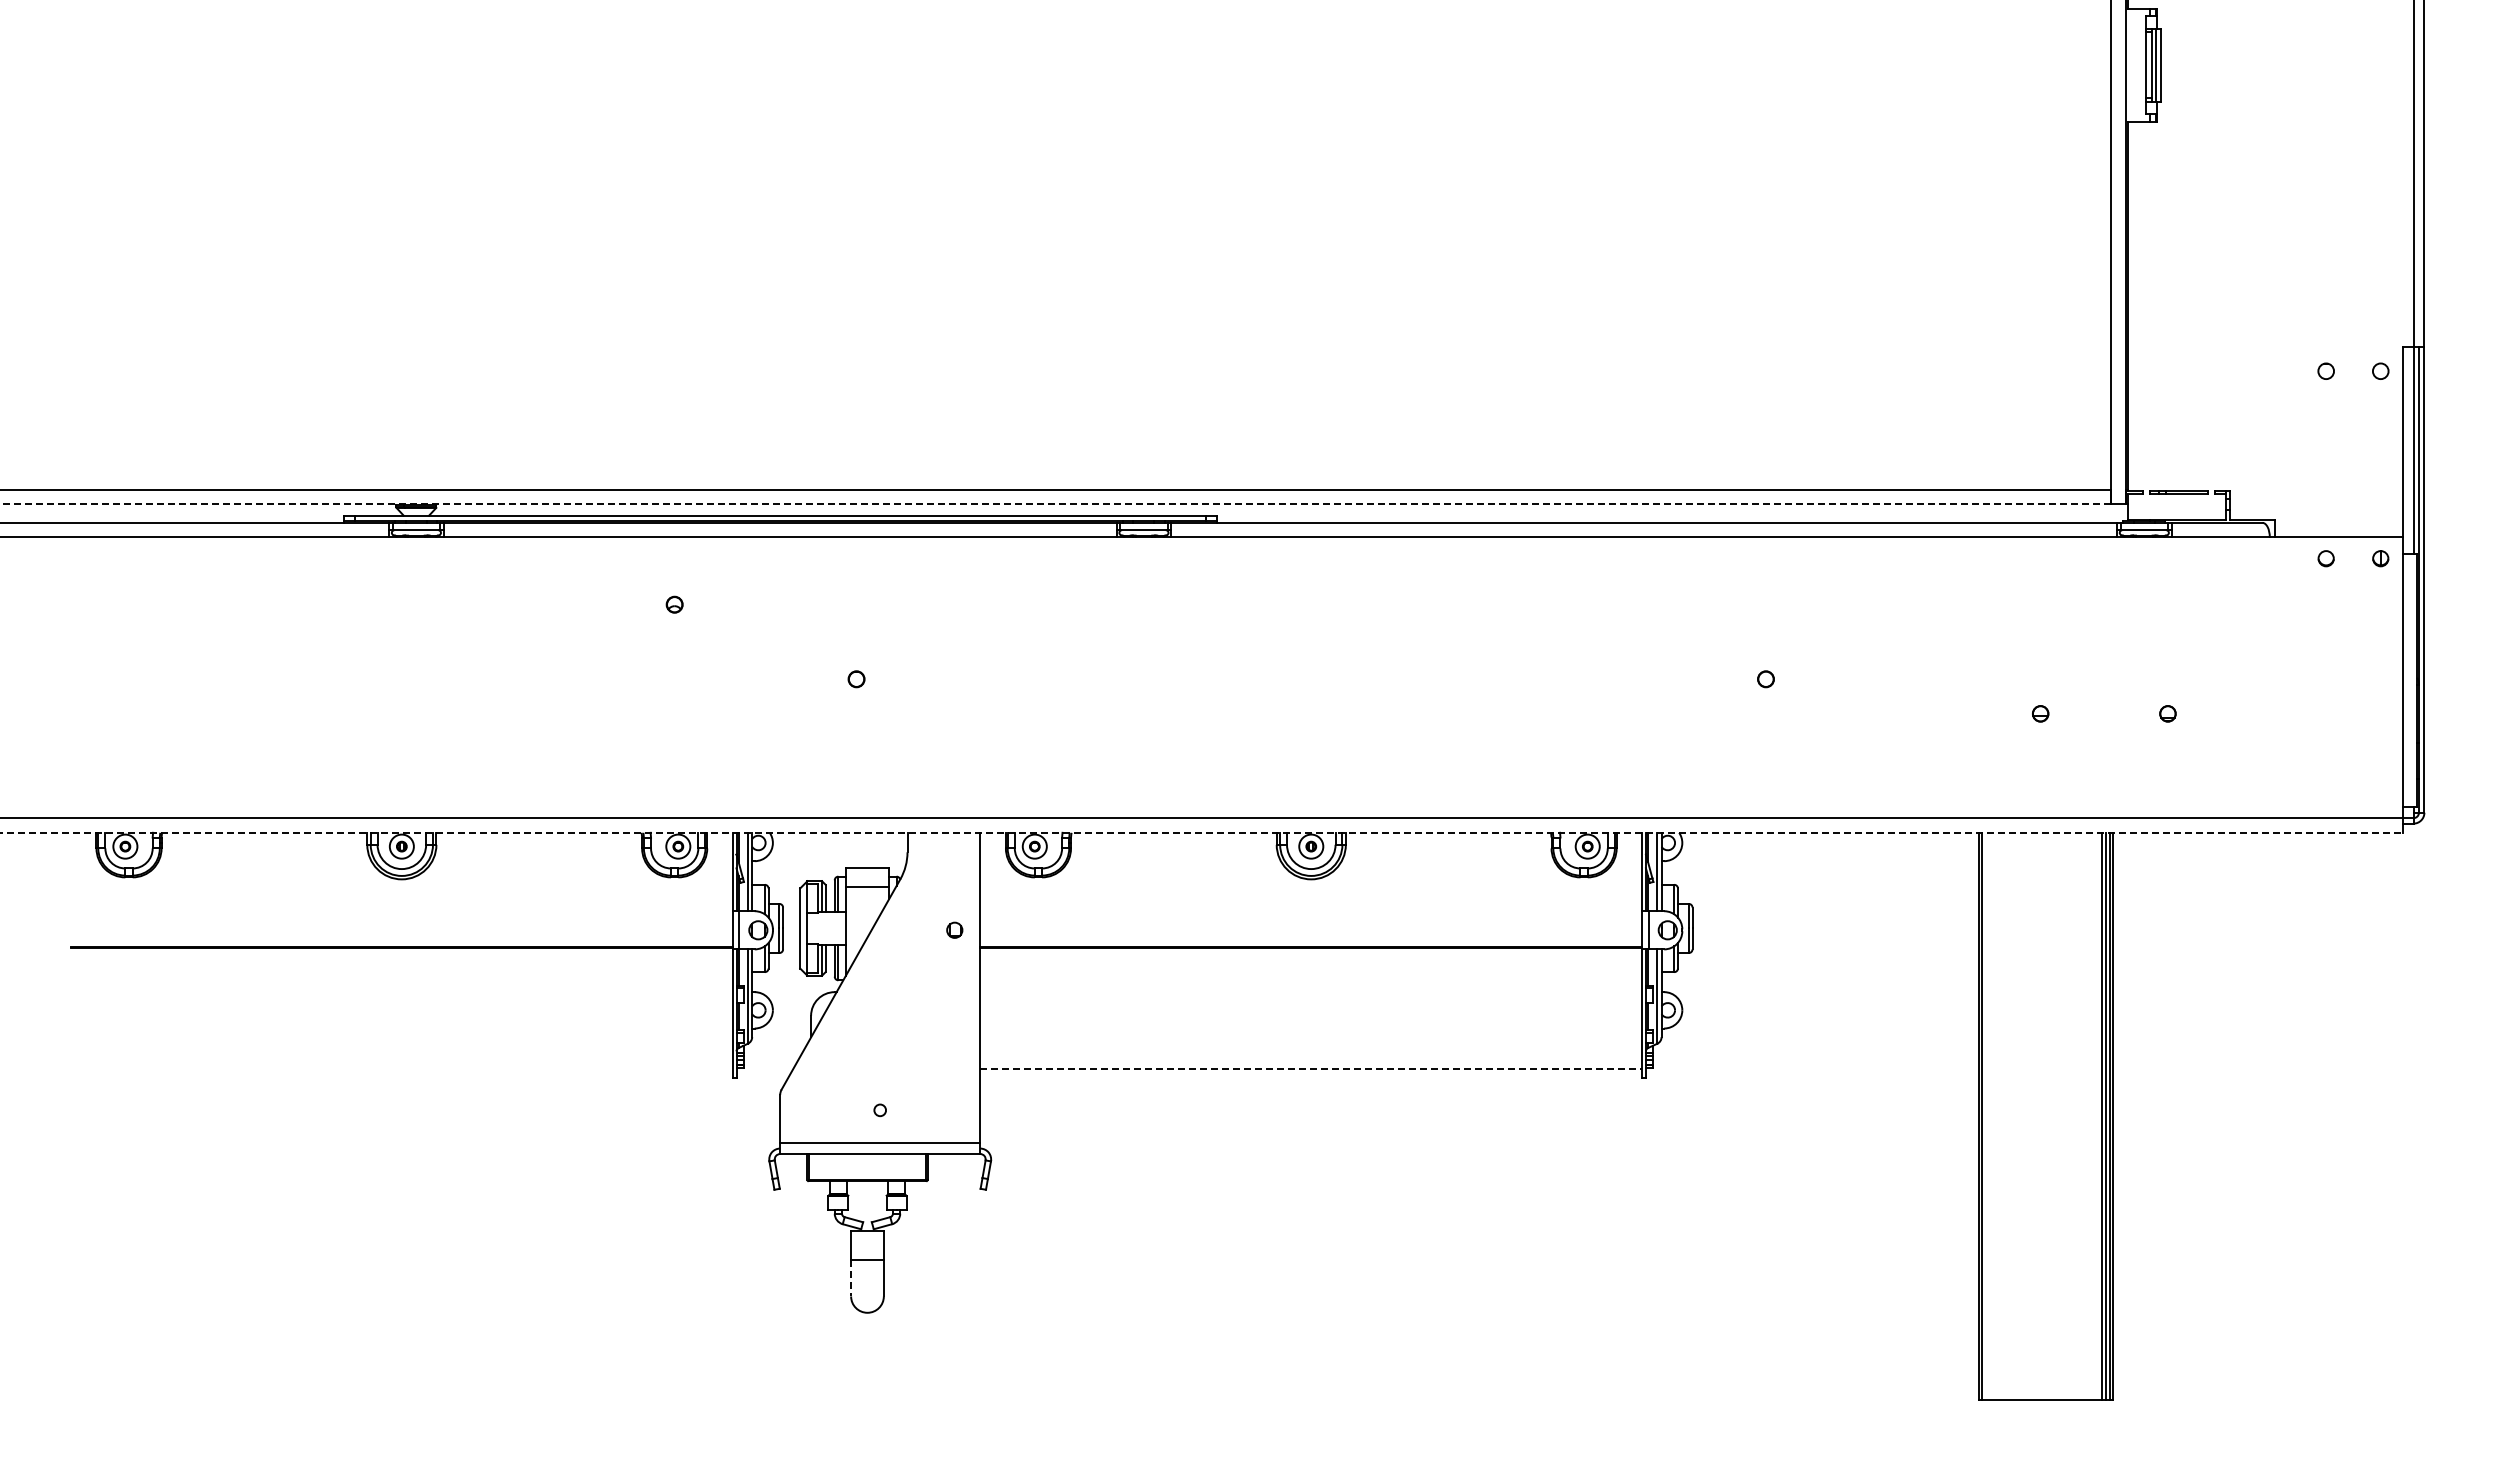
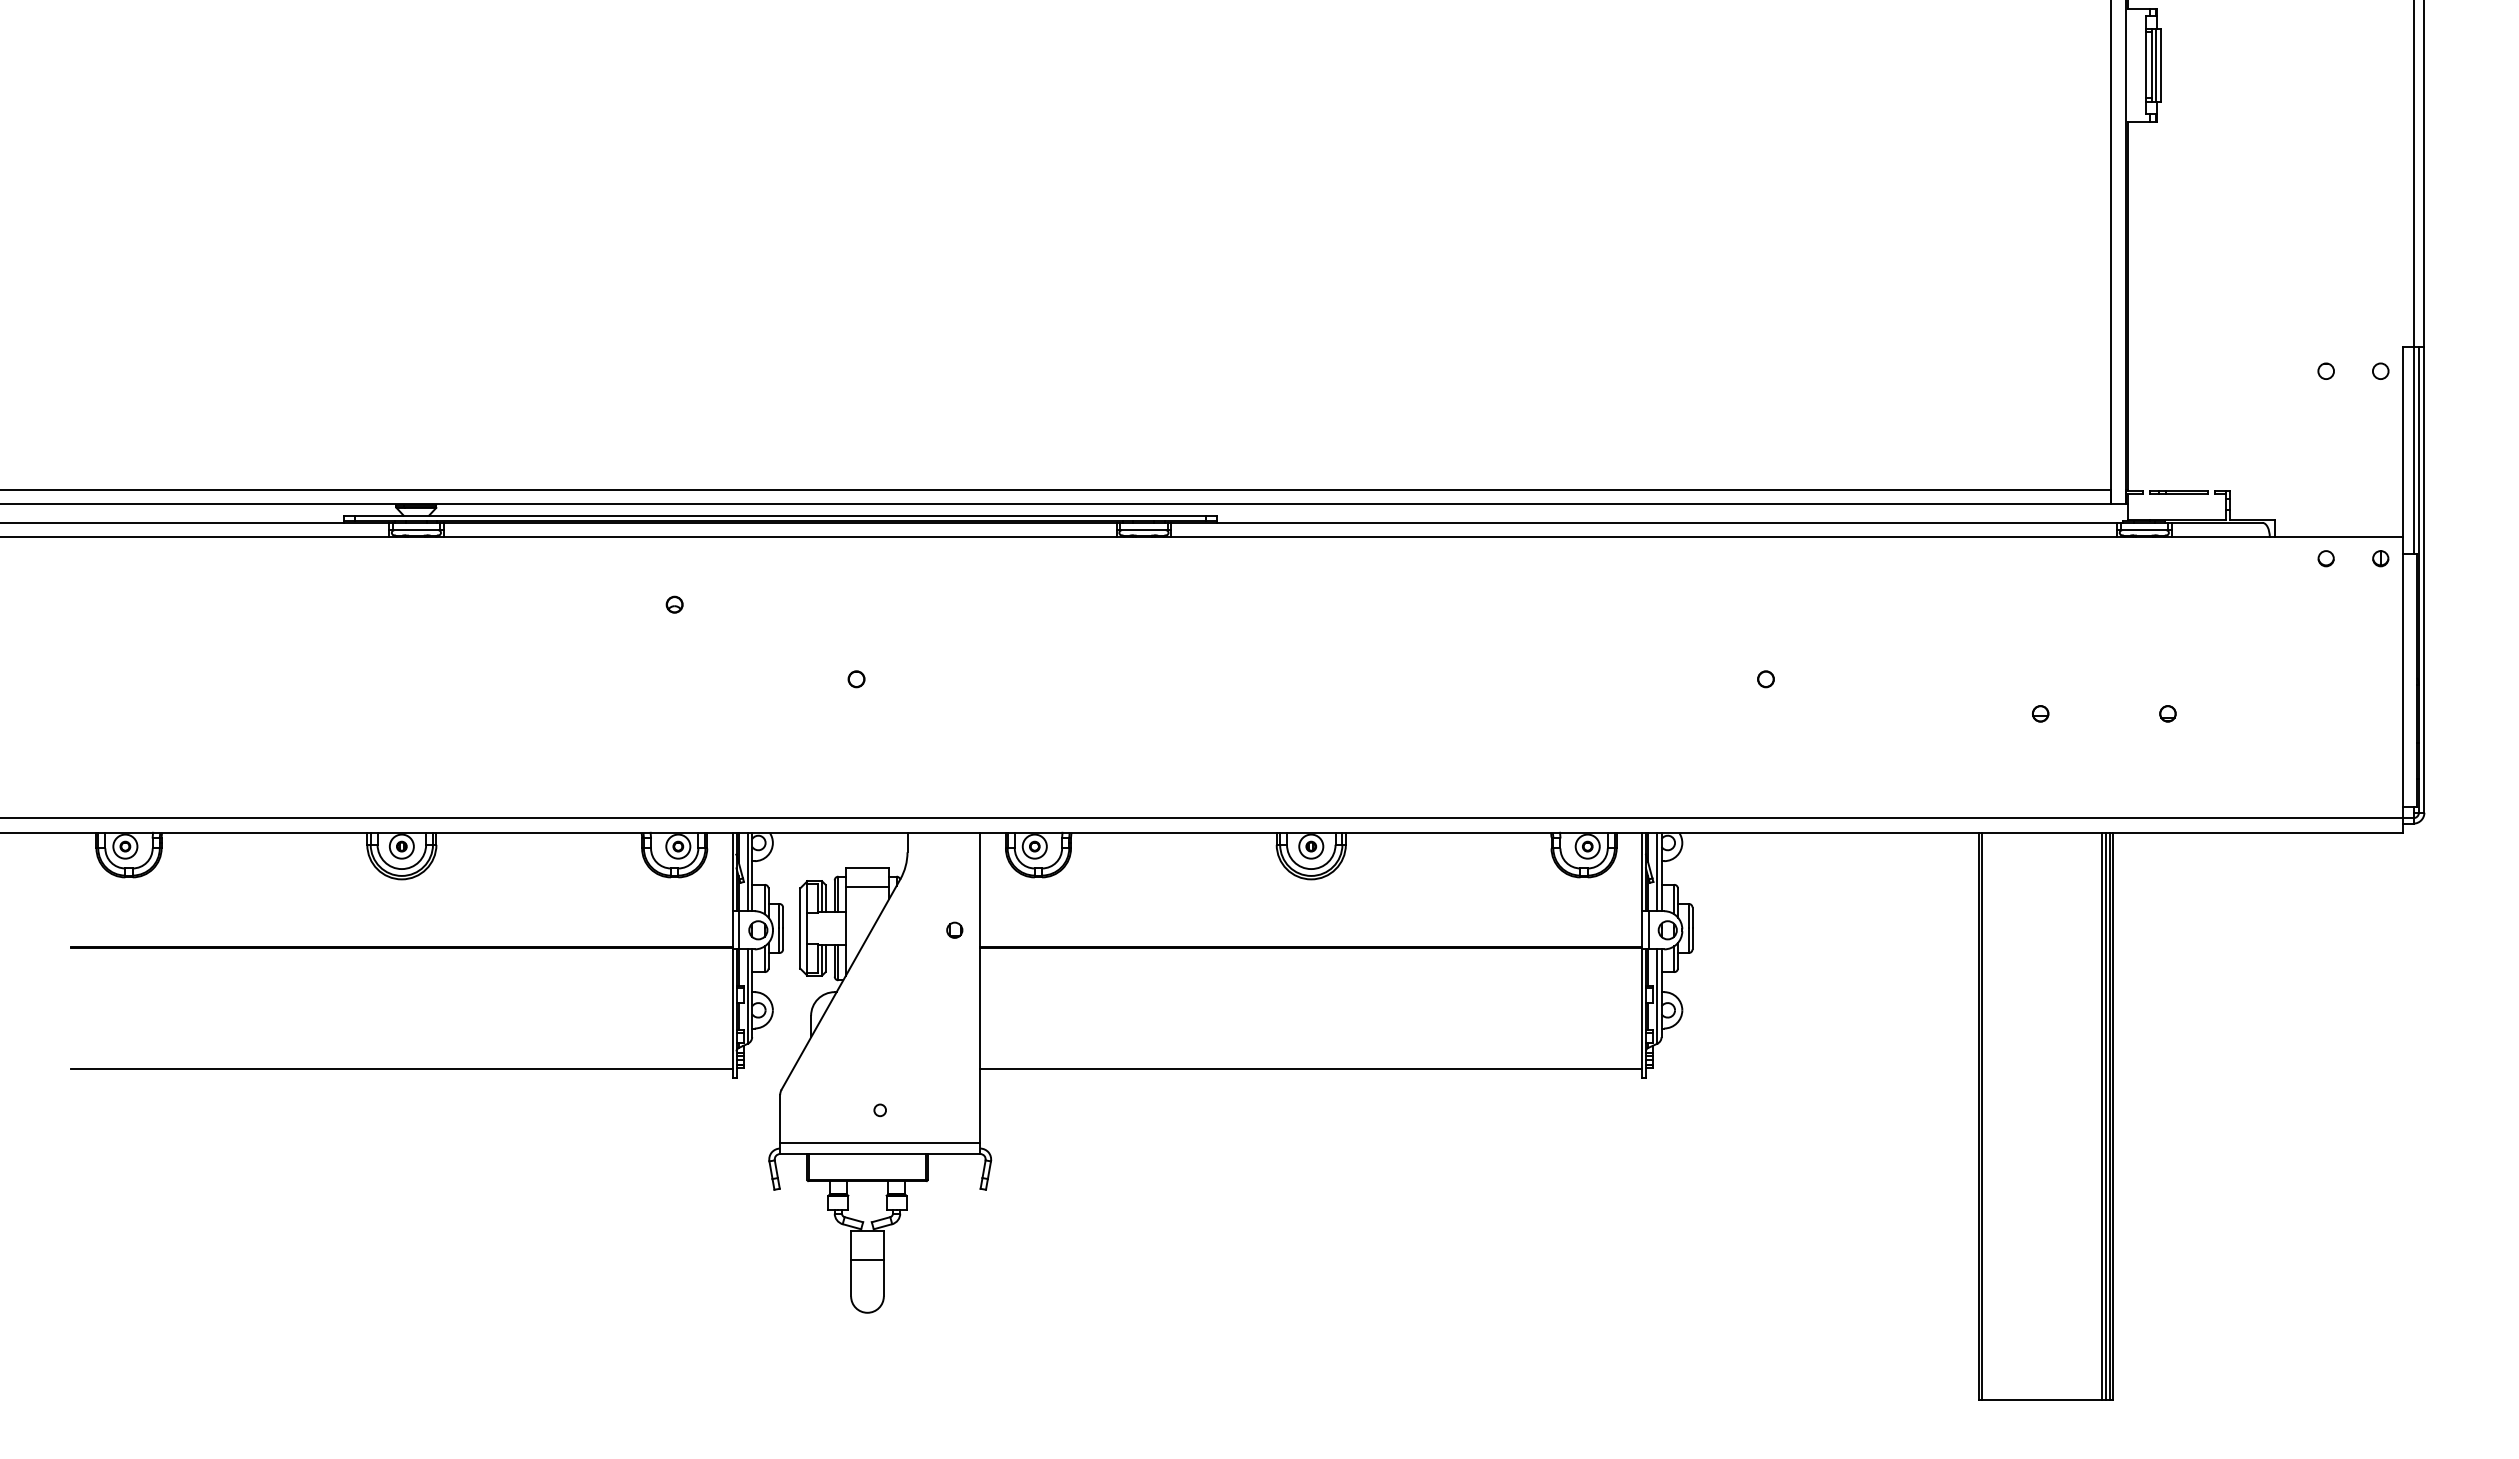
line at (1055, 504): dashed -> solid
line at (1202, 832): dashed -> solid
line at (401, 1068): none -> present
line at (1311, 1068): dashed -> solid
line at (851, 1278): dashed -> solid
